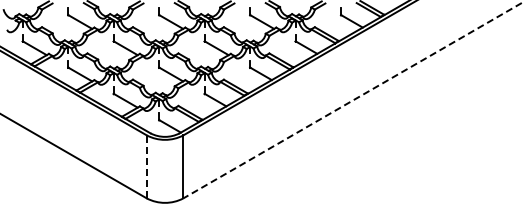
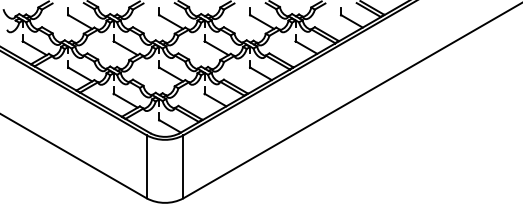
line at (353, 100): dashed -> solid
line at (146, 166): dashed -> solid
